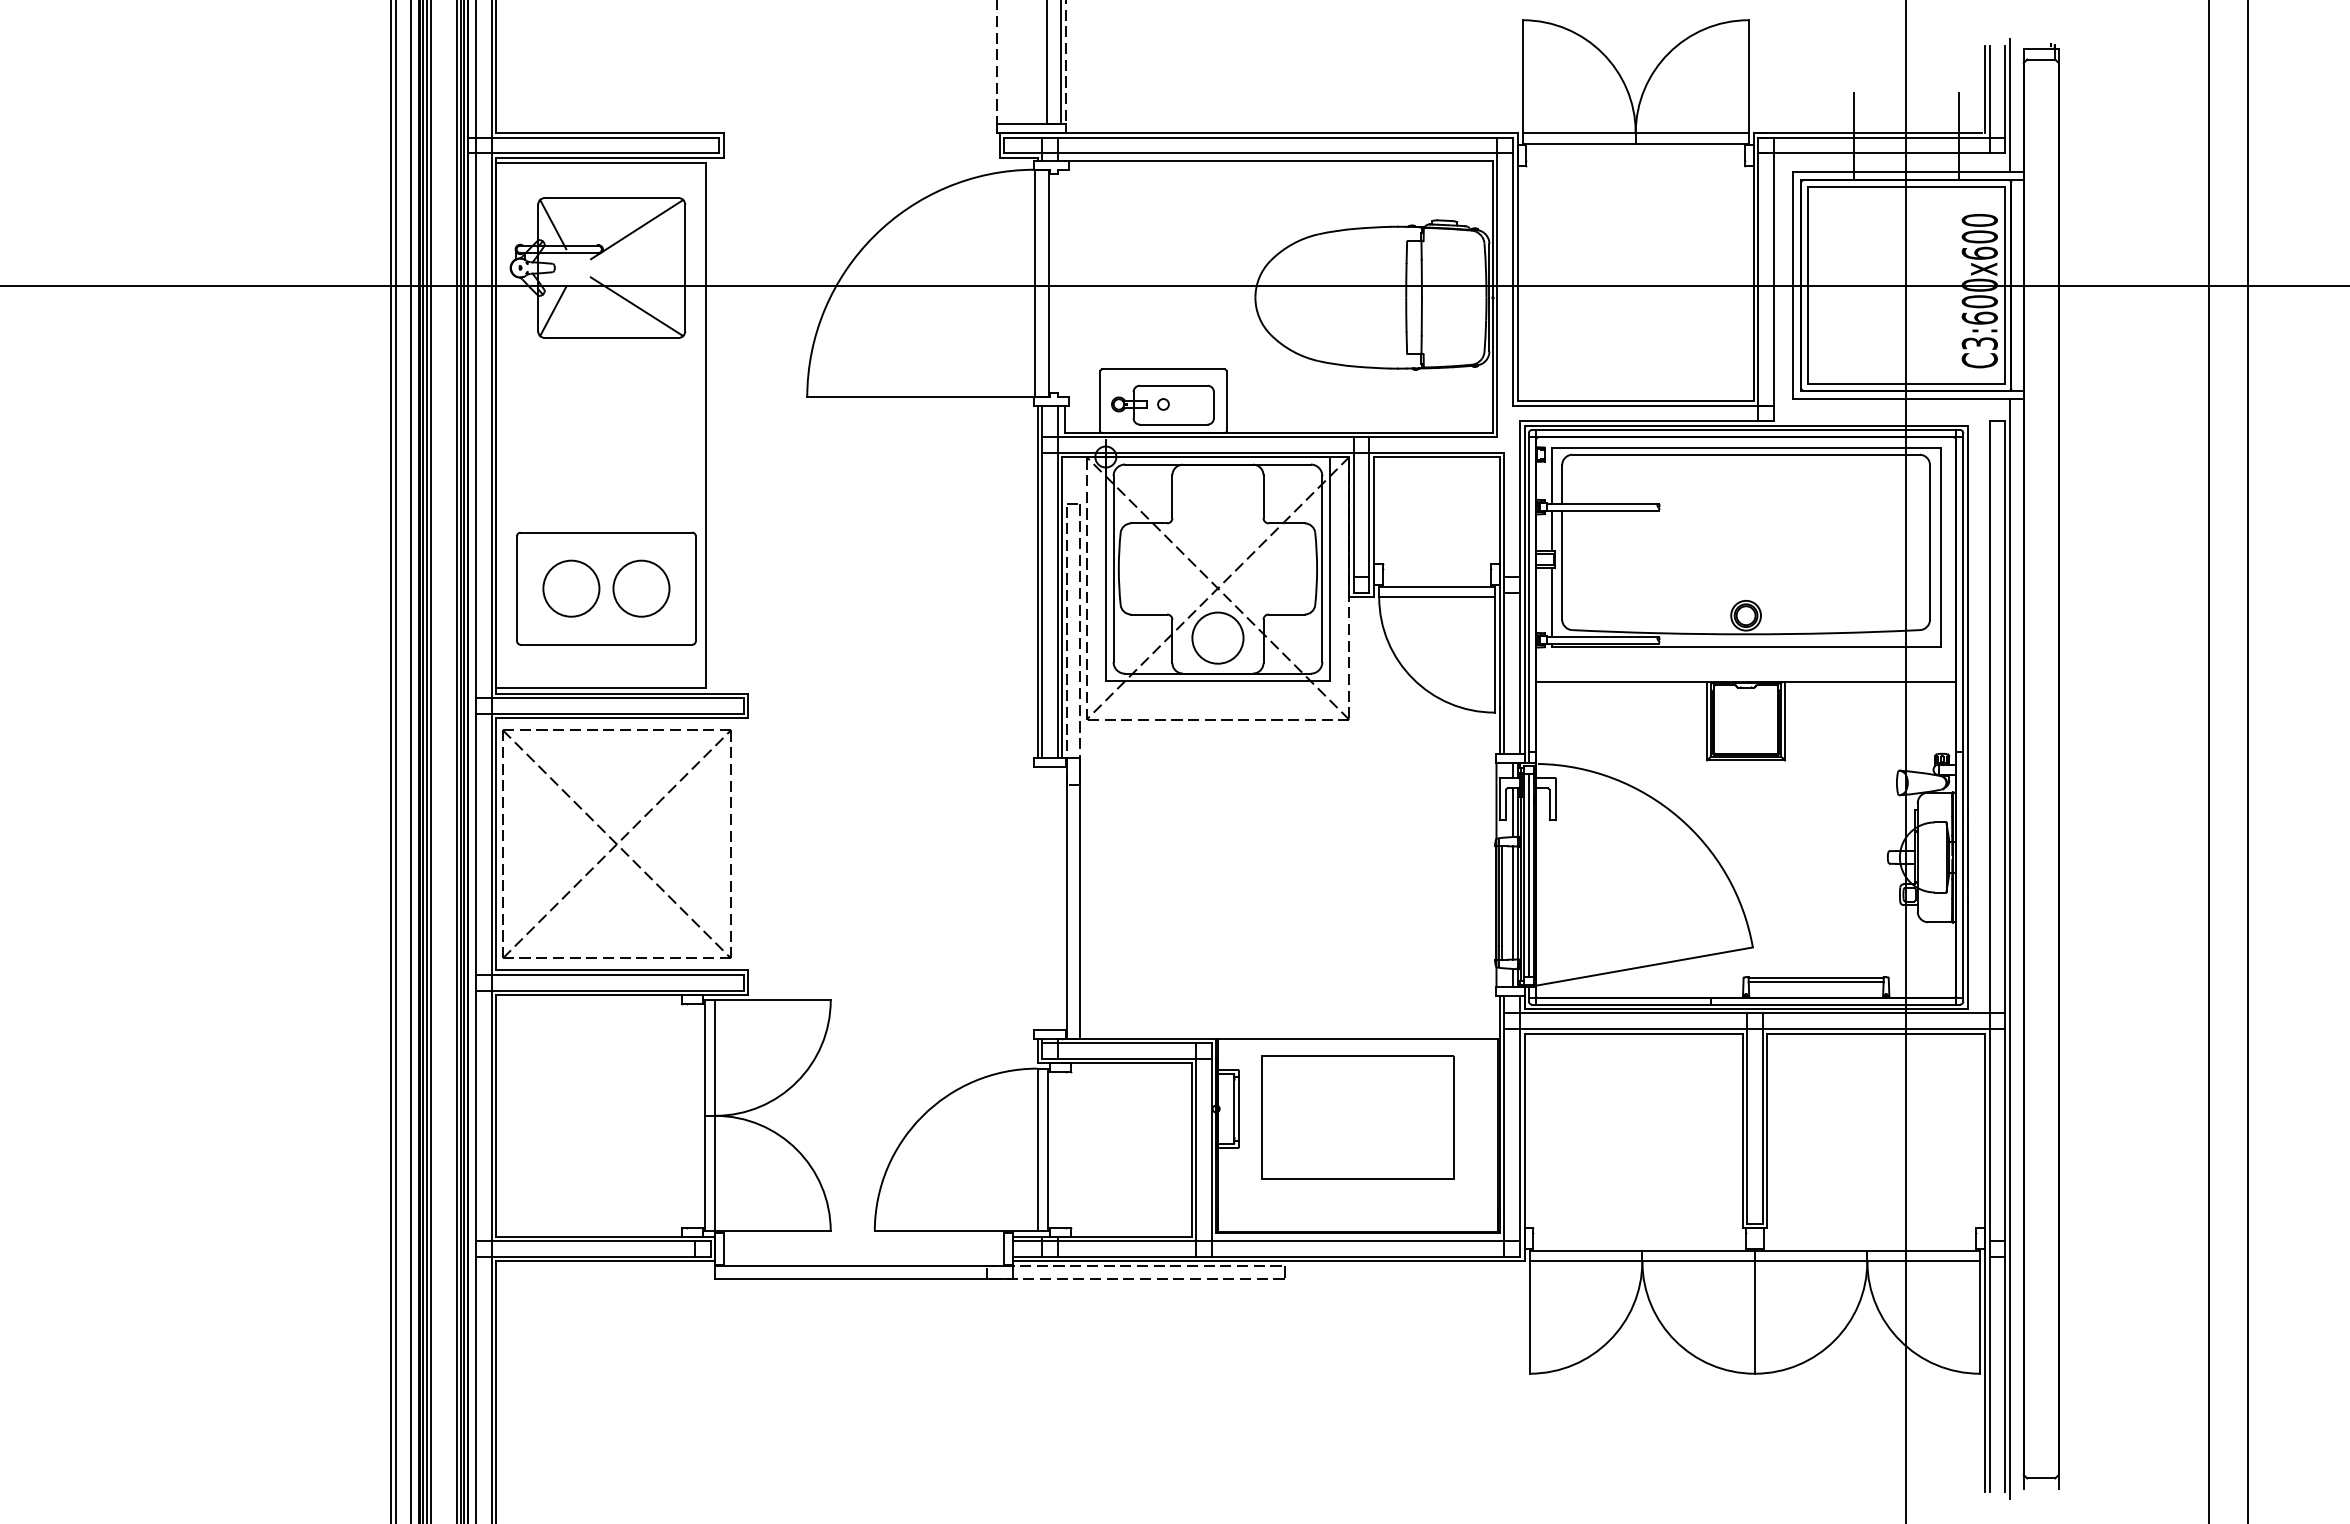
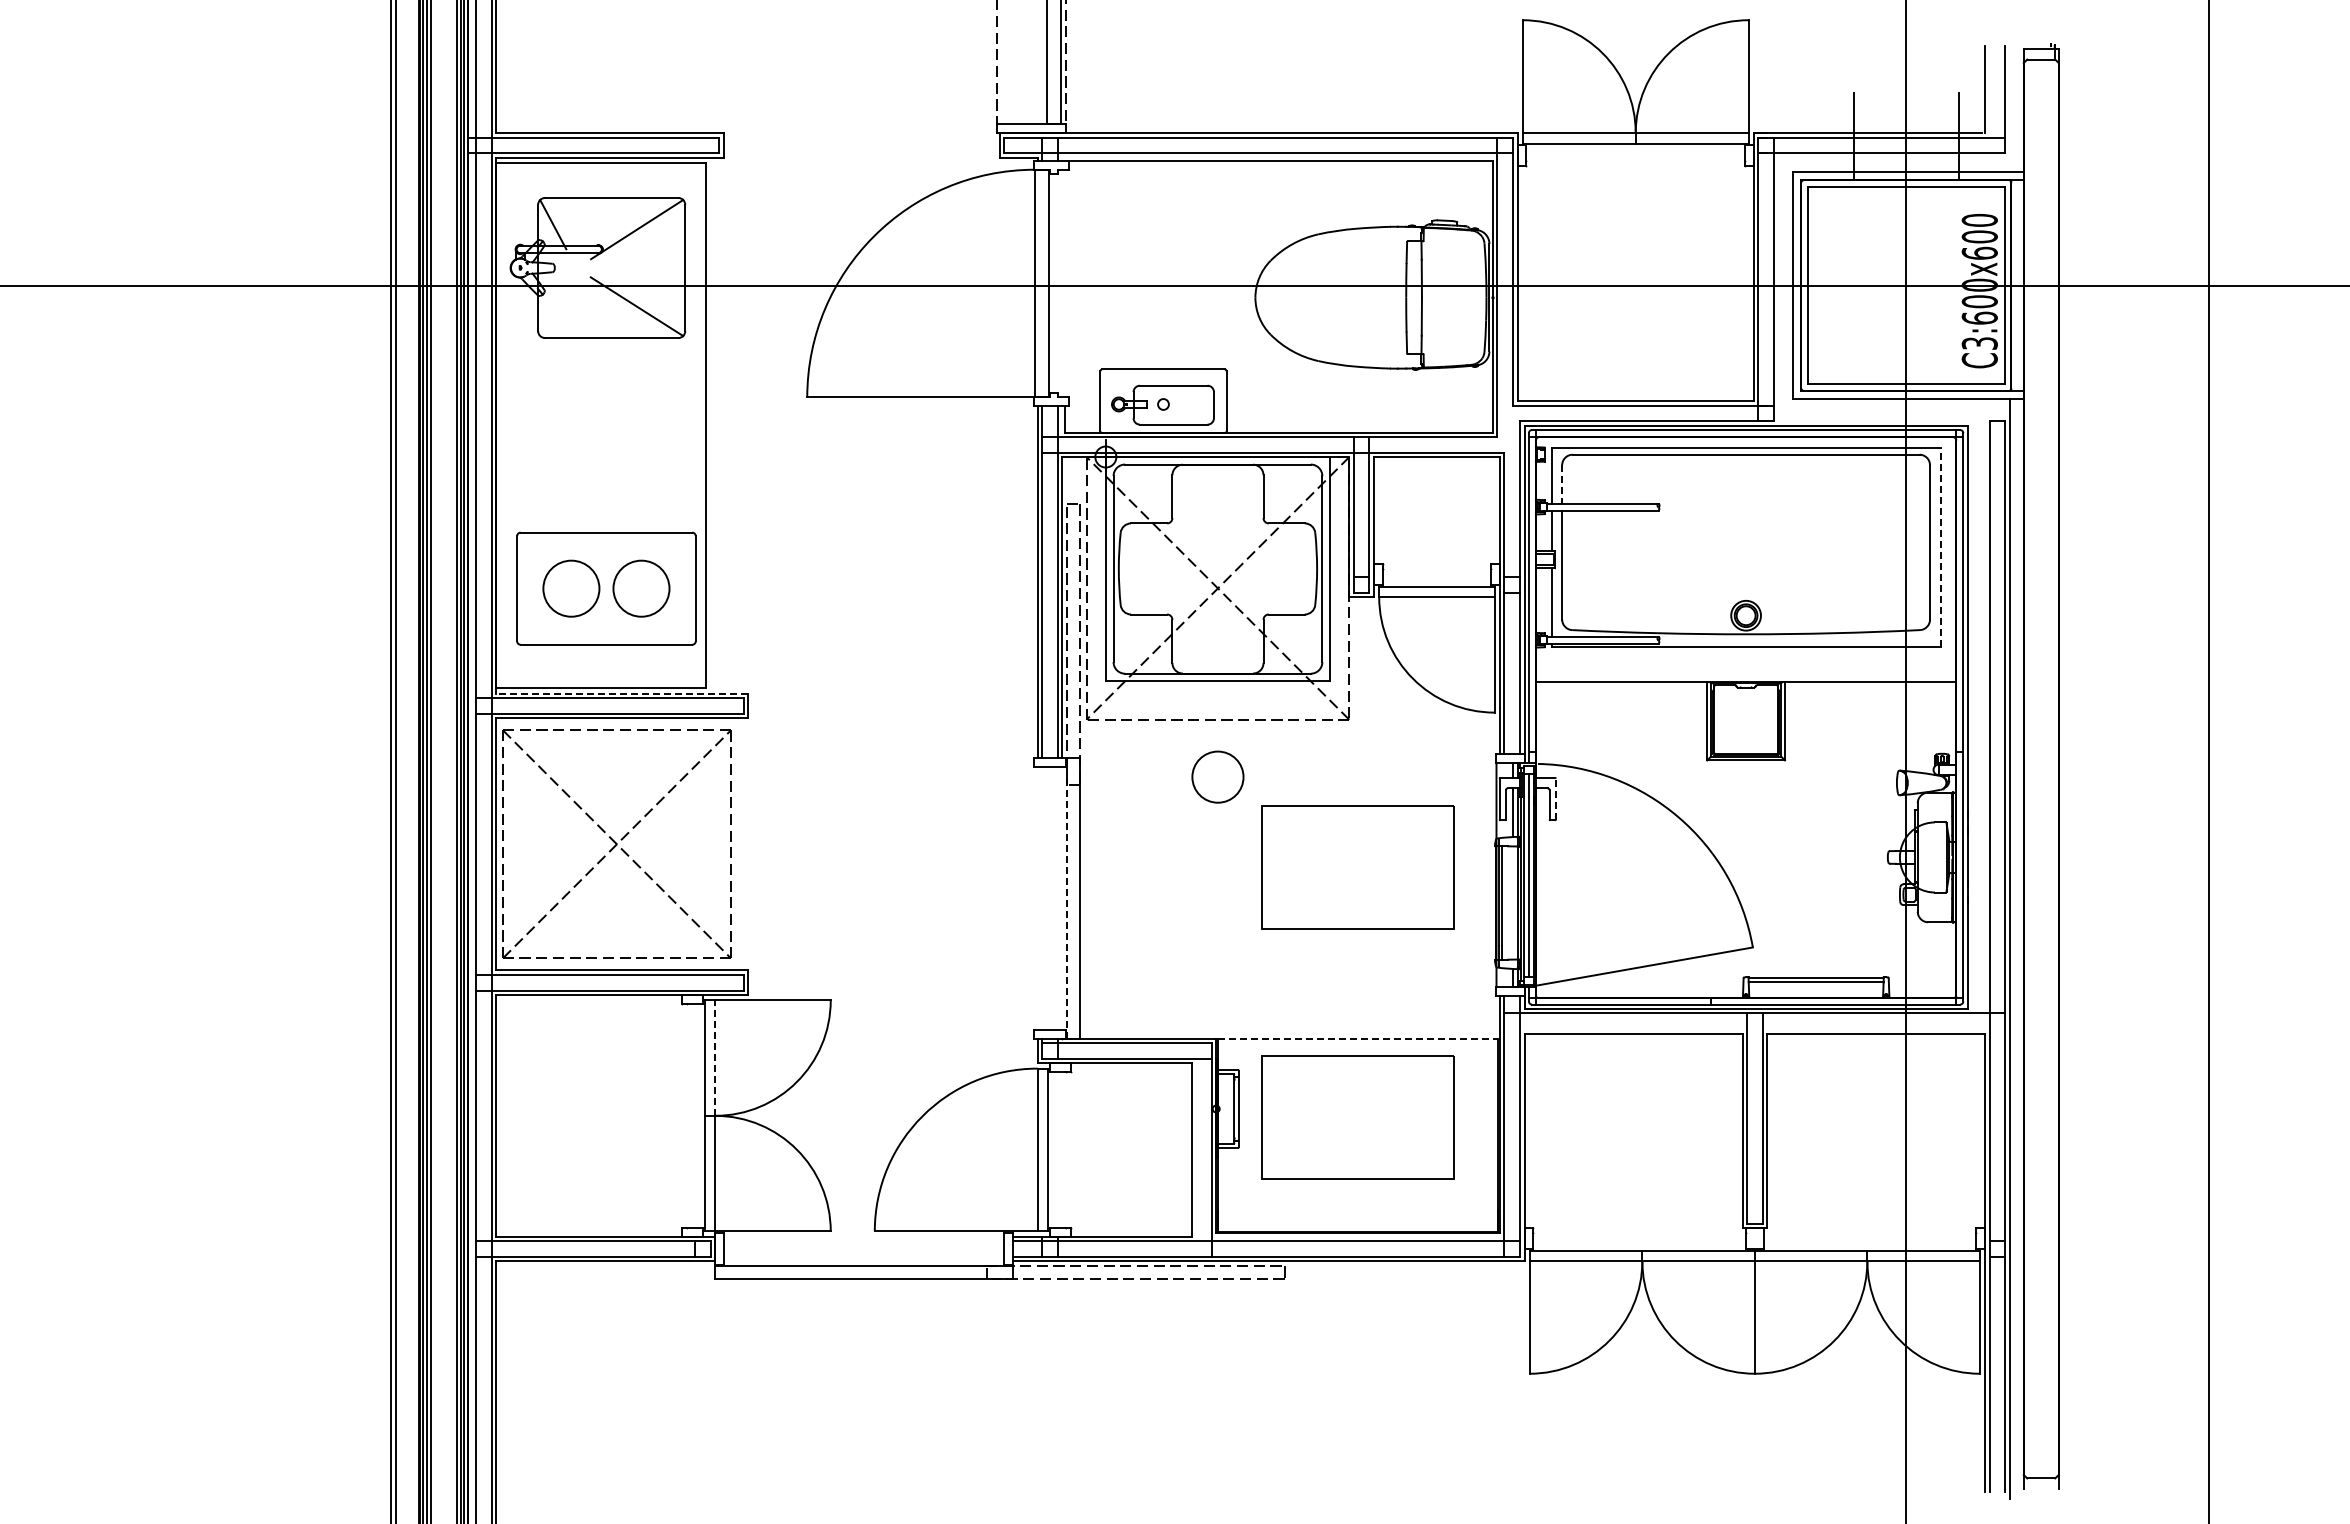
line at (1989, 99): present -> none
line at (2009, 104): present -> none
line at (553, 311): present -> none
line at (1562, 484): solid -> dashed
line at (1940, 547): solid -> dashed
circle at (1217, 637) position: (1217, 637) -> (1217, 776)
line at (621, 693): solid -> dashed
line at (411, 761): present -> none
line at (2247, 761): present -> none
line at (1555, 798): solid -> dashed
part at (1357, 867): none -> present
line at (1067, 898): solid -> dashed
line at (1513, 902): present -> none
line at (1754, 1029): present -> none
line at (1358, 1038): solid -> dashed
line at (715, 1058): solid -> dashed
line at (1196, 1149): present -> none
